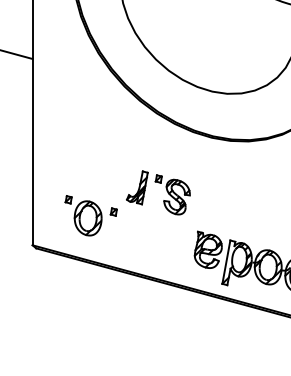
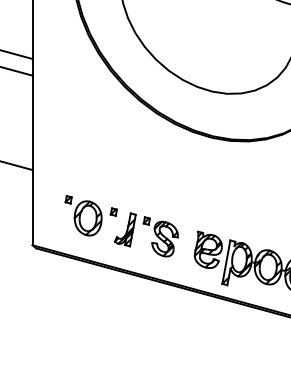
line at (17, 71): none -> present
line at (17, 165): none -> present
part at (166, 191) position: (166, 191) -> (154, 233)
